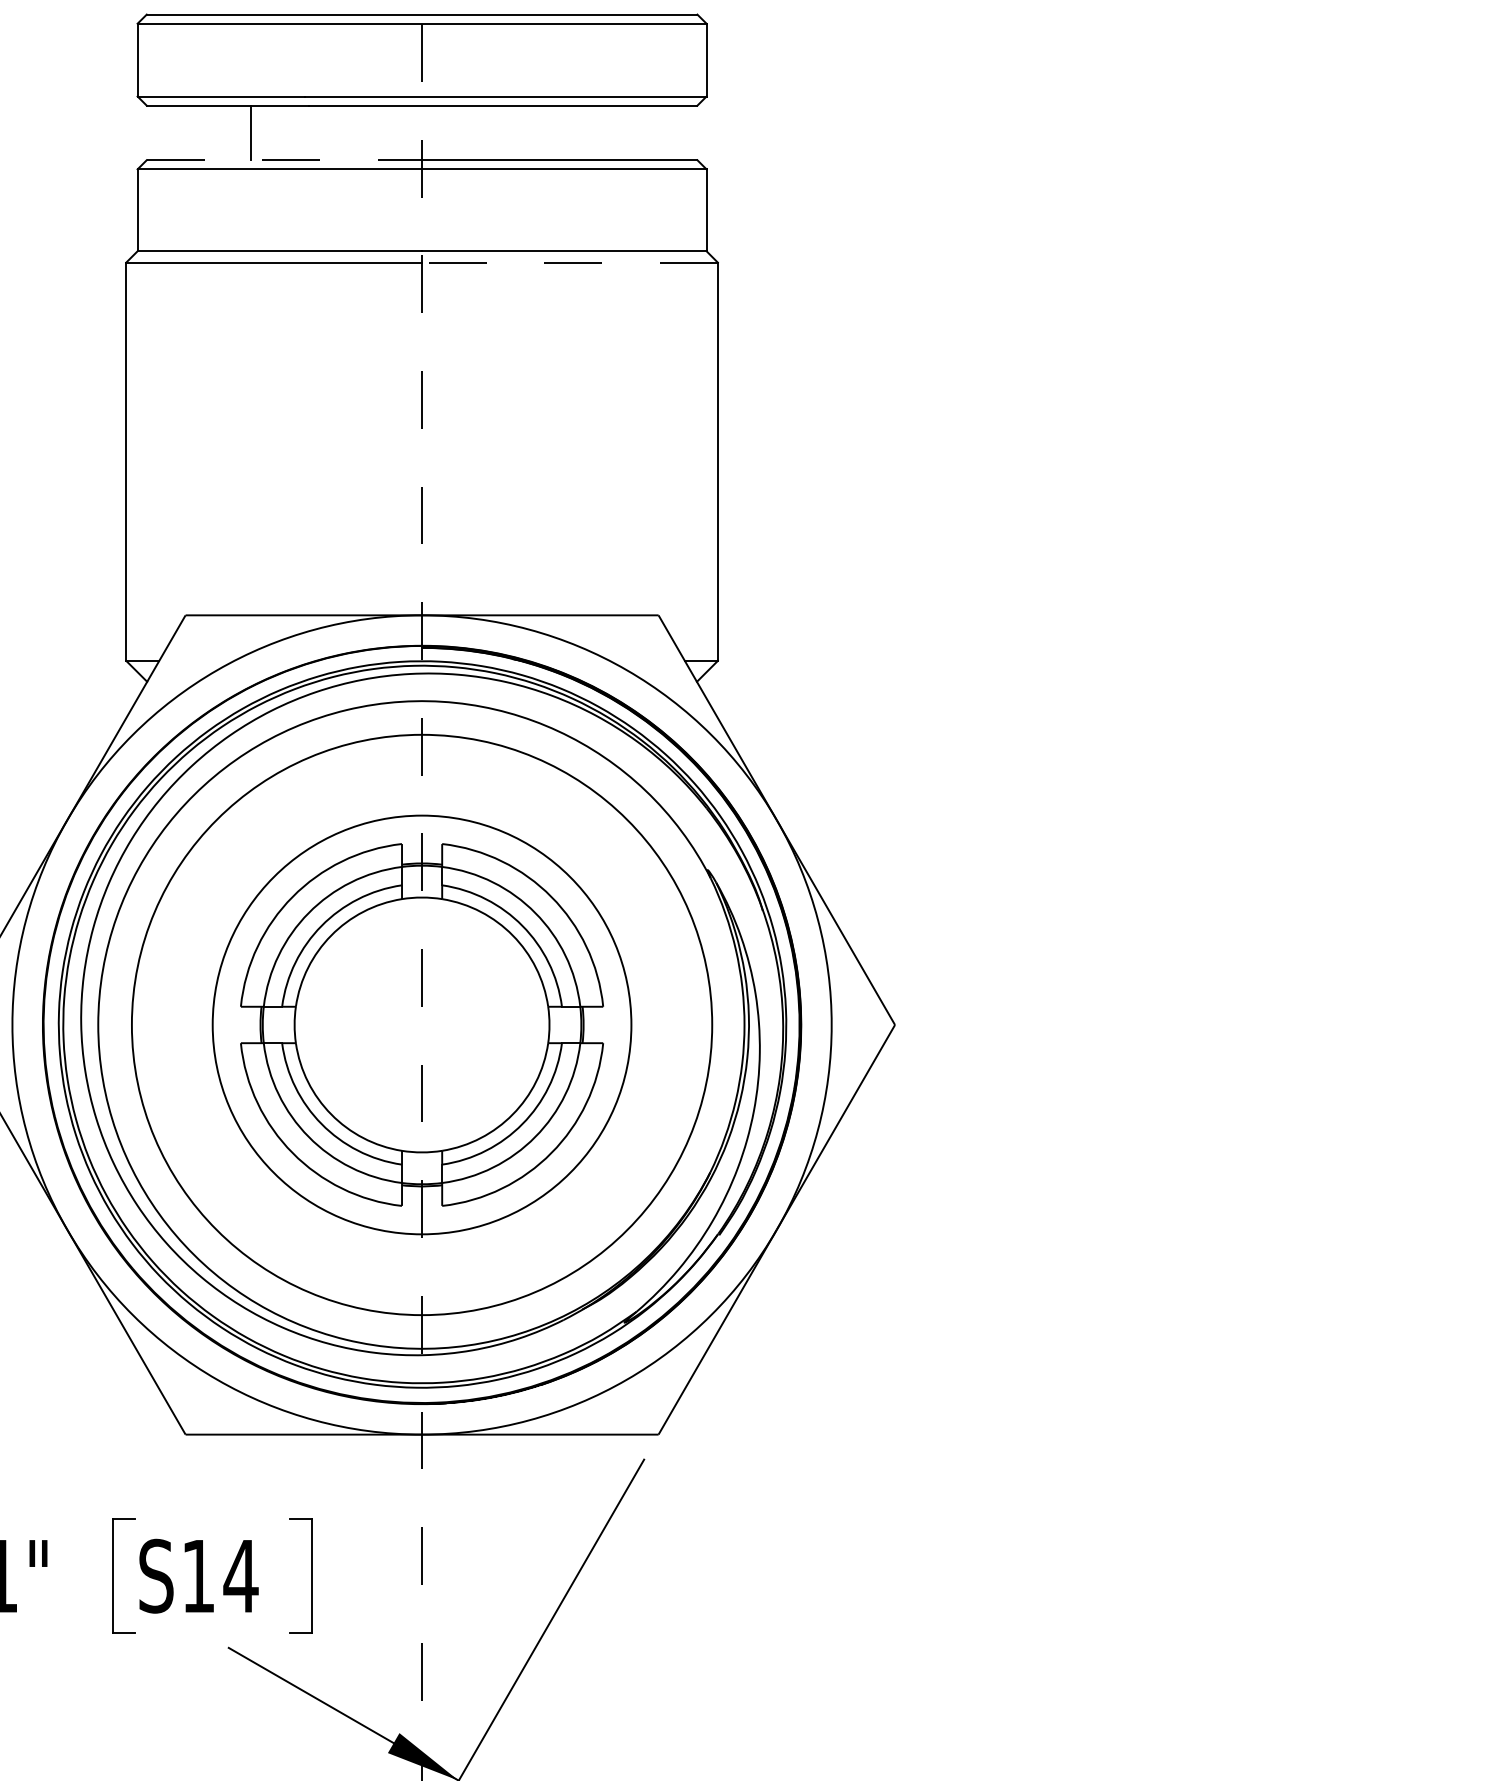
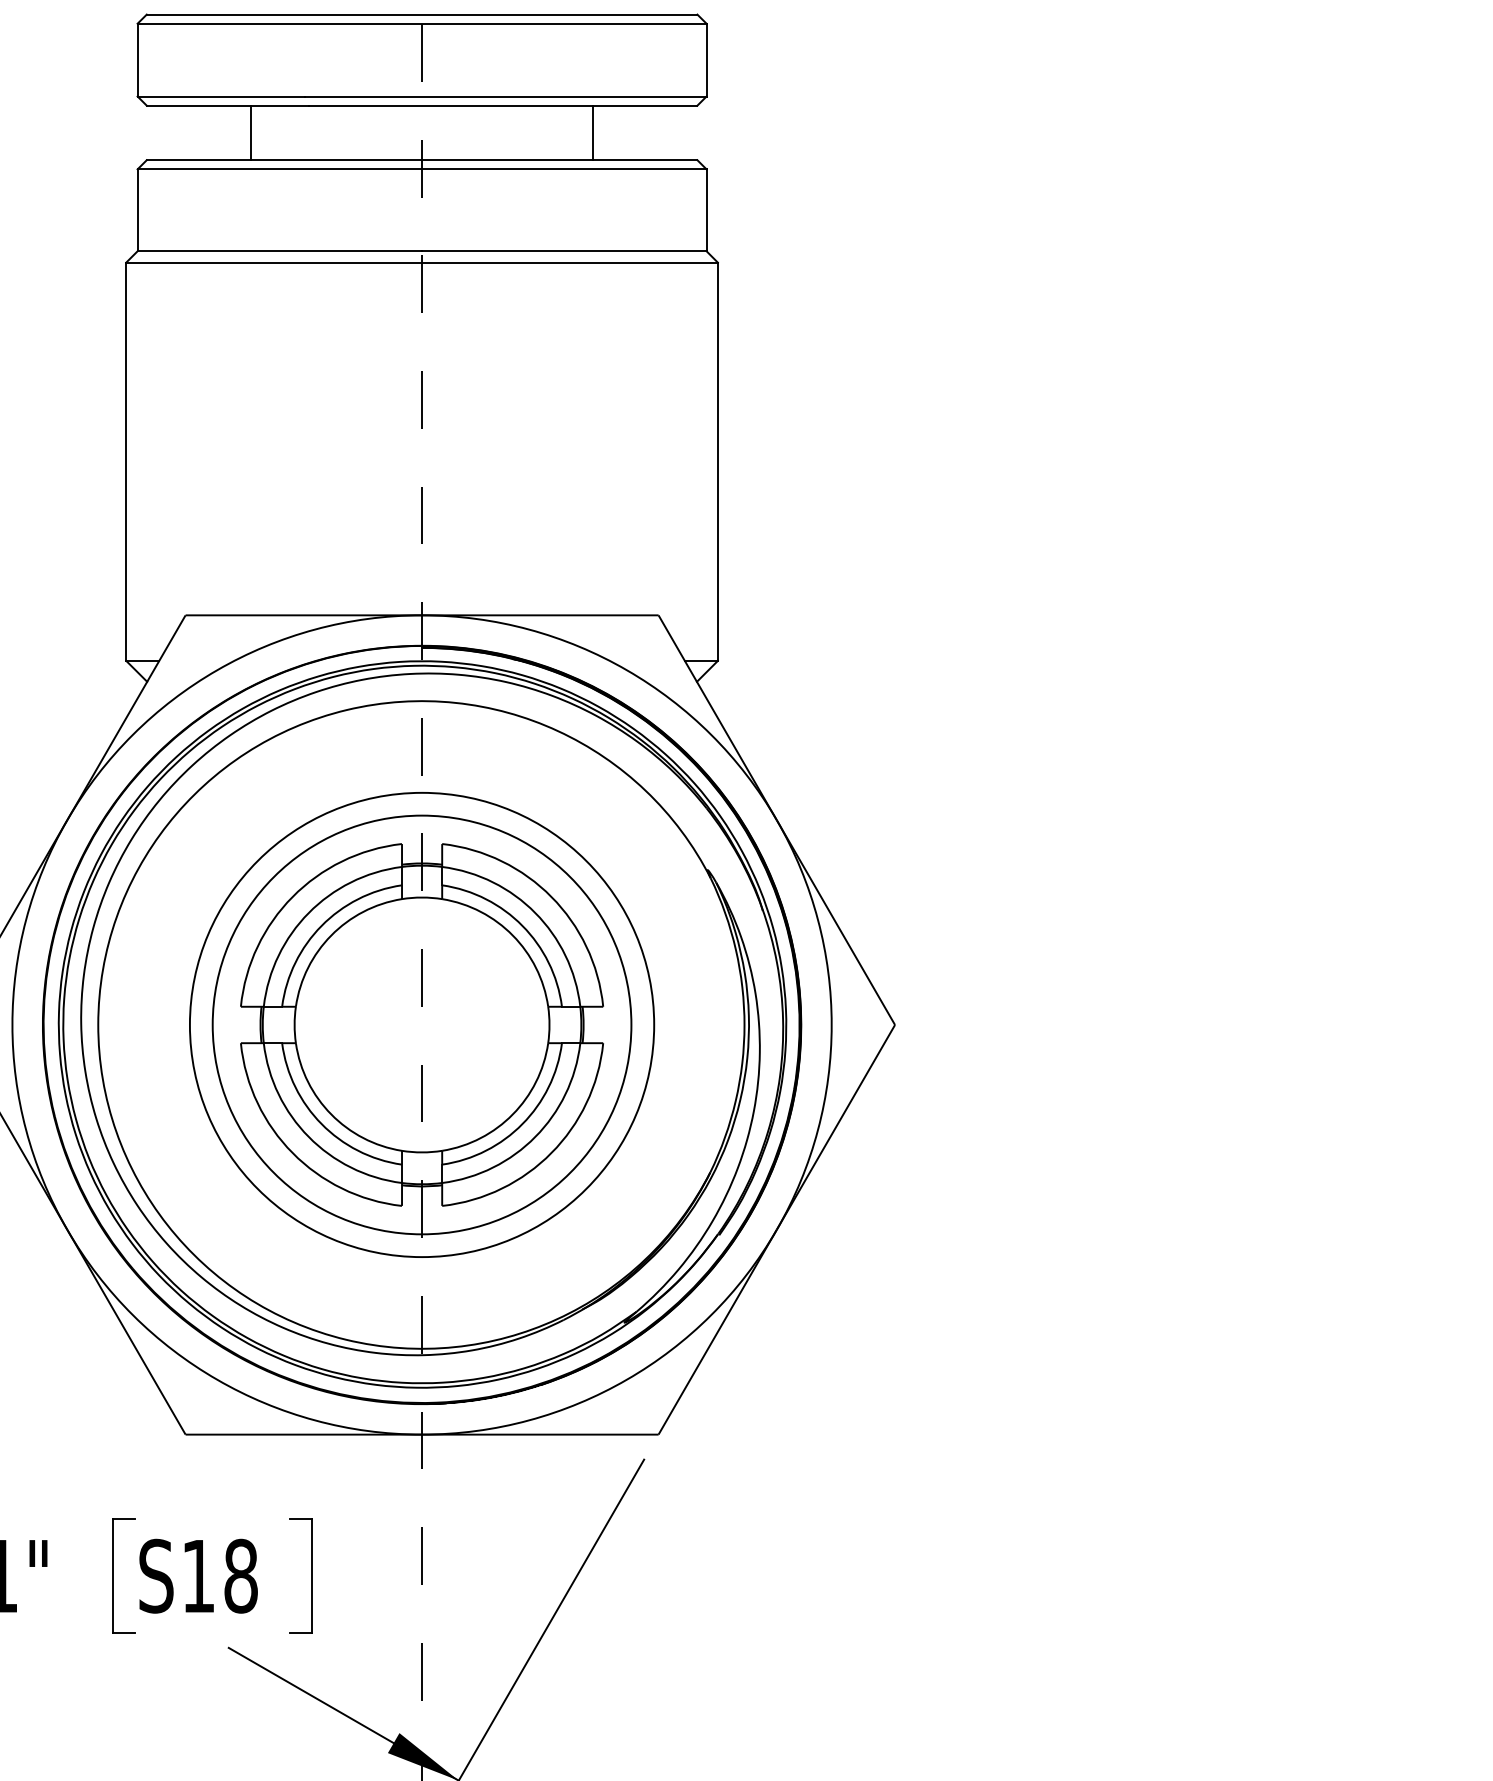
line at (592, 132): none -> present
line at (284, 160): dashed -> solid
line at (569, 262): dashed -> solid
circle at (421, 1024) diameter: 580 px -> 464 px
text at (240, 1575): S14 -> S18
